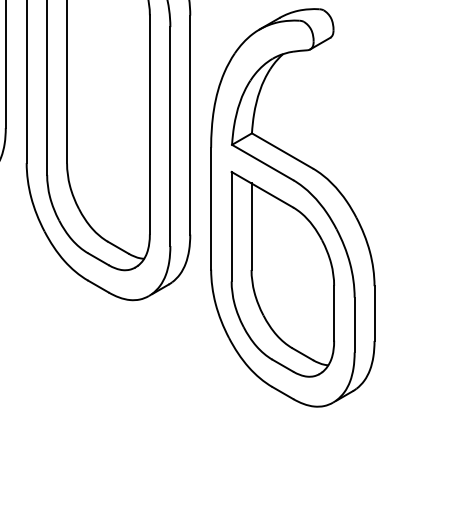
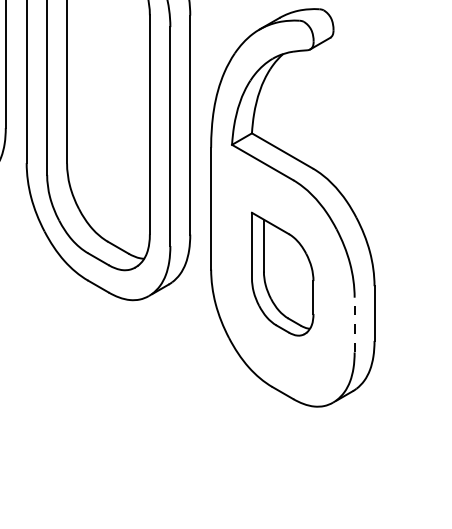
part at (282, 273) size: 105x208 px -> 64x126 px
line at (354, 324): solid -> dashed
